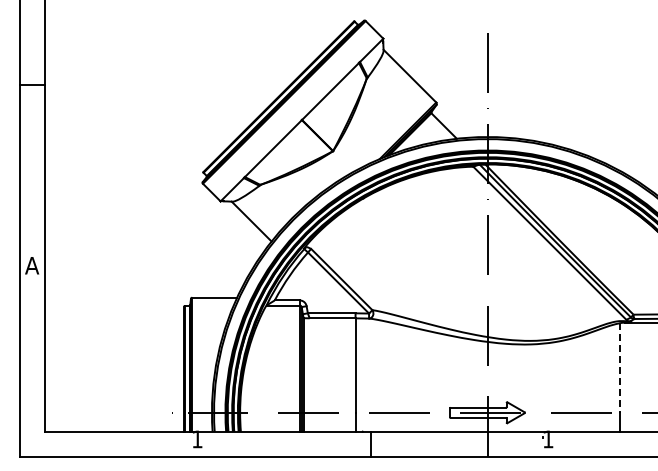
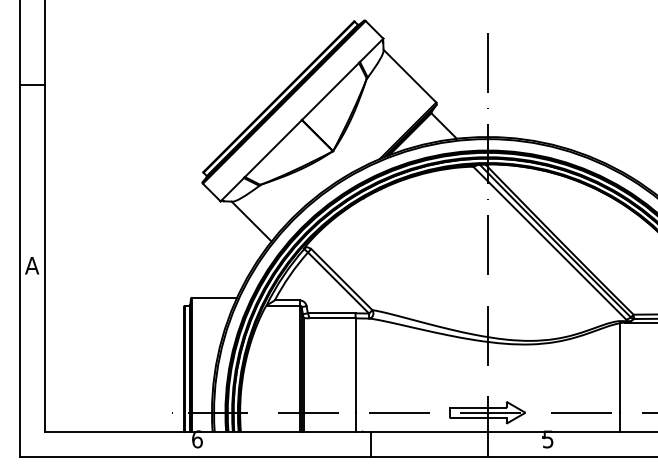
line at (619, 368): dashed -> solid
text at (197, 439): 1 -> 6
text at (548, 439): 1 -> 5
